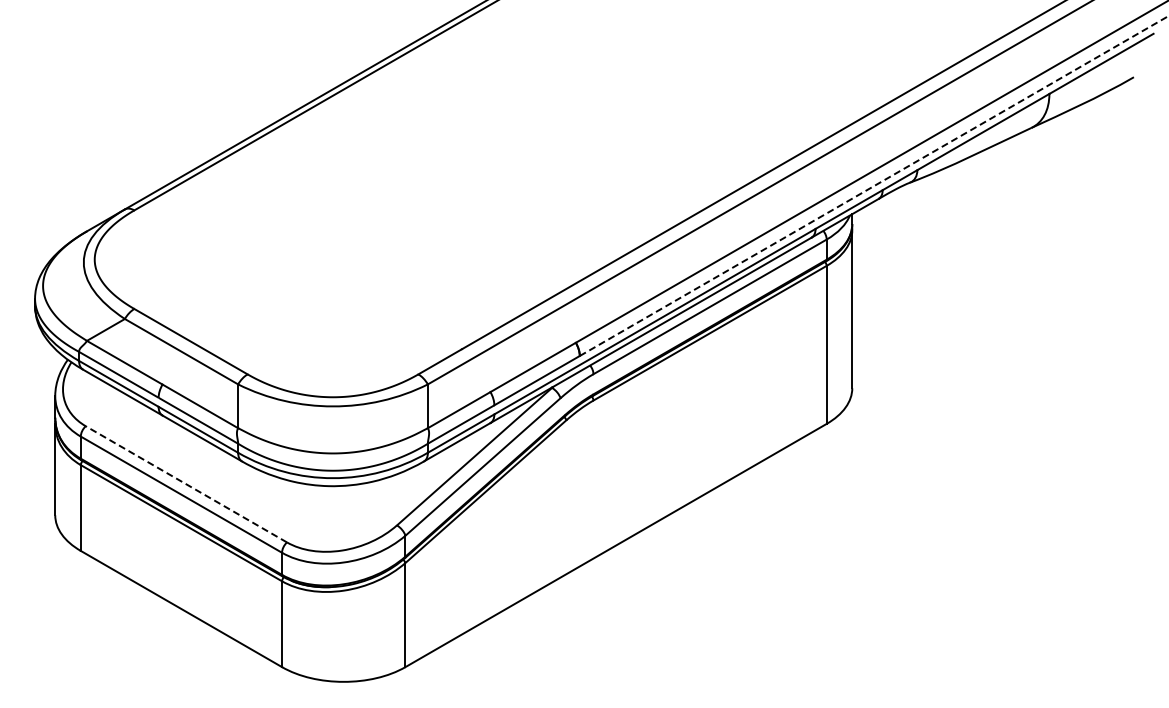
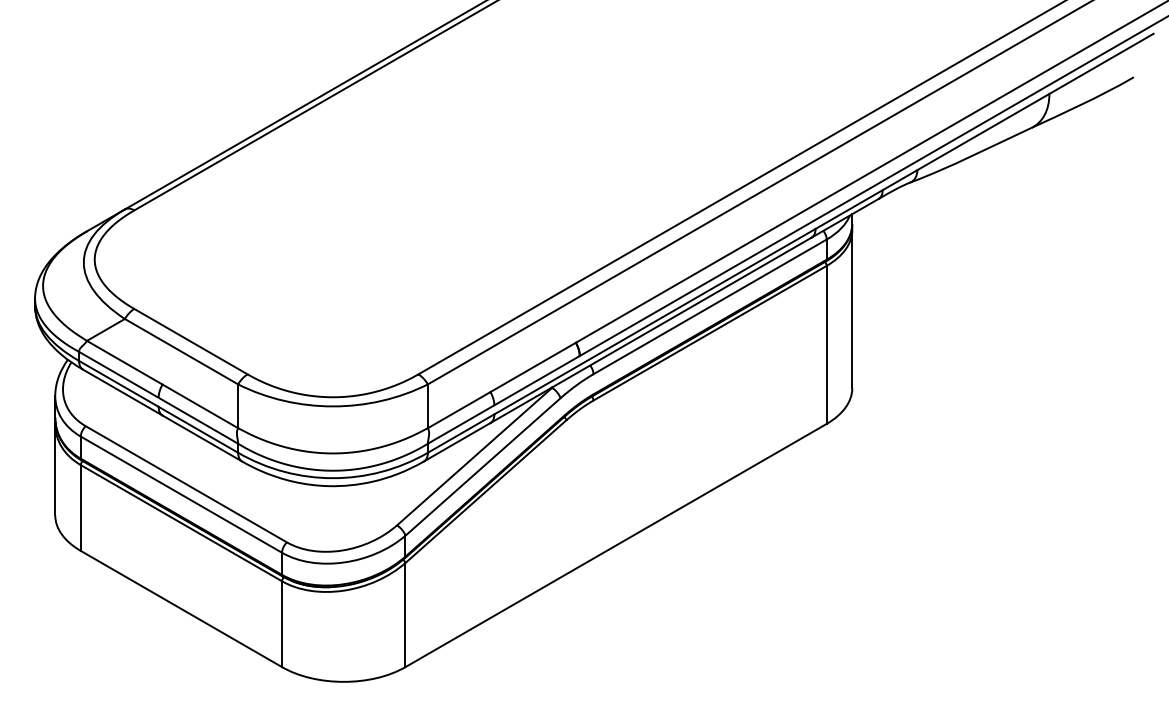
line at (874, 186): dashed -> solid
line at (185, 484): dashed -> solid
